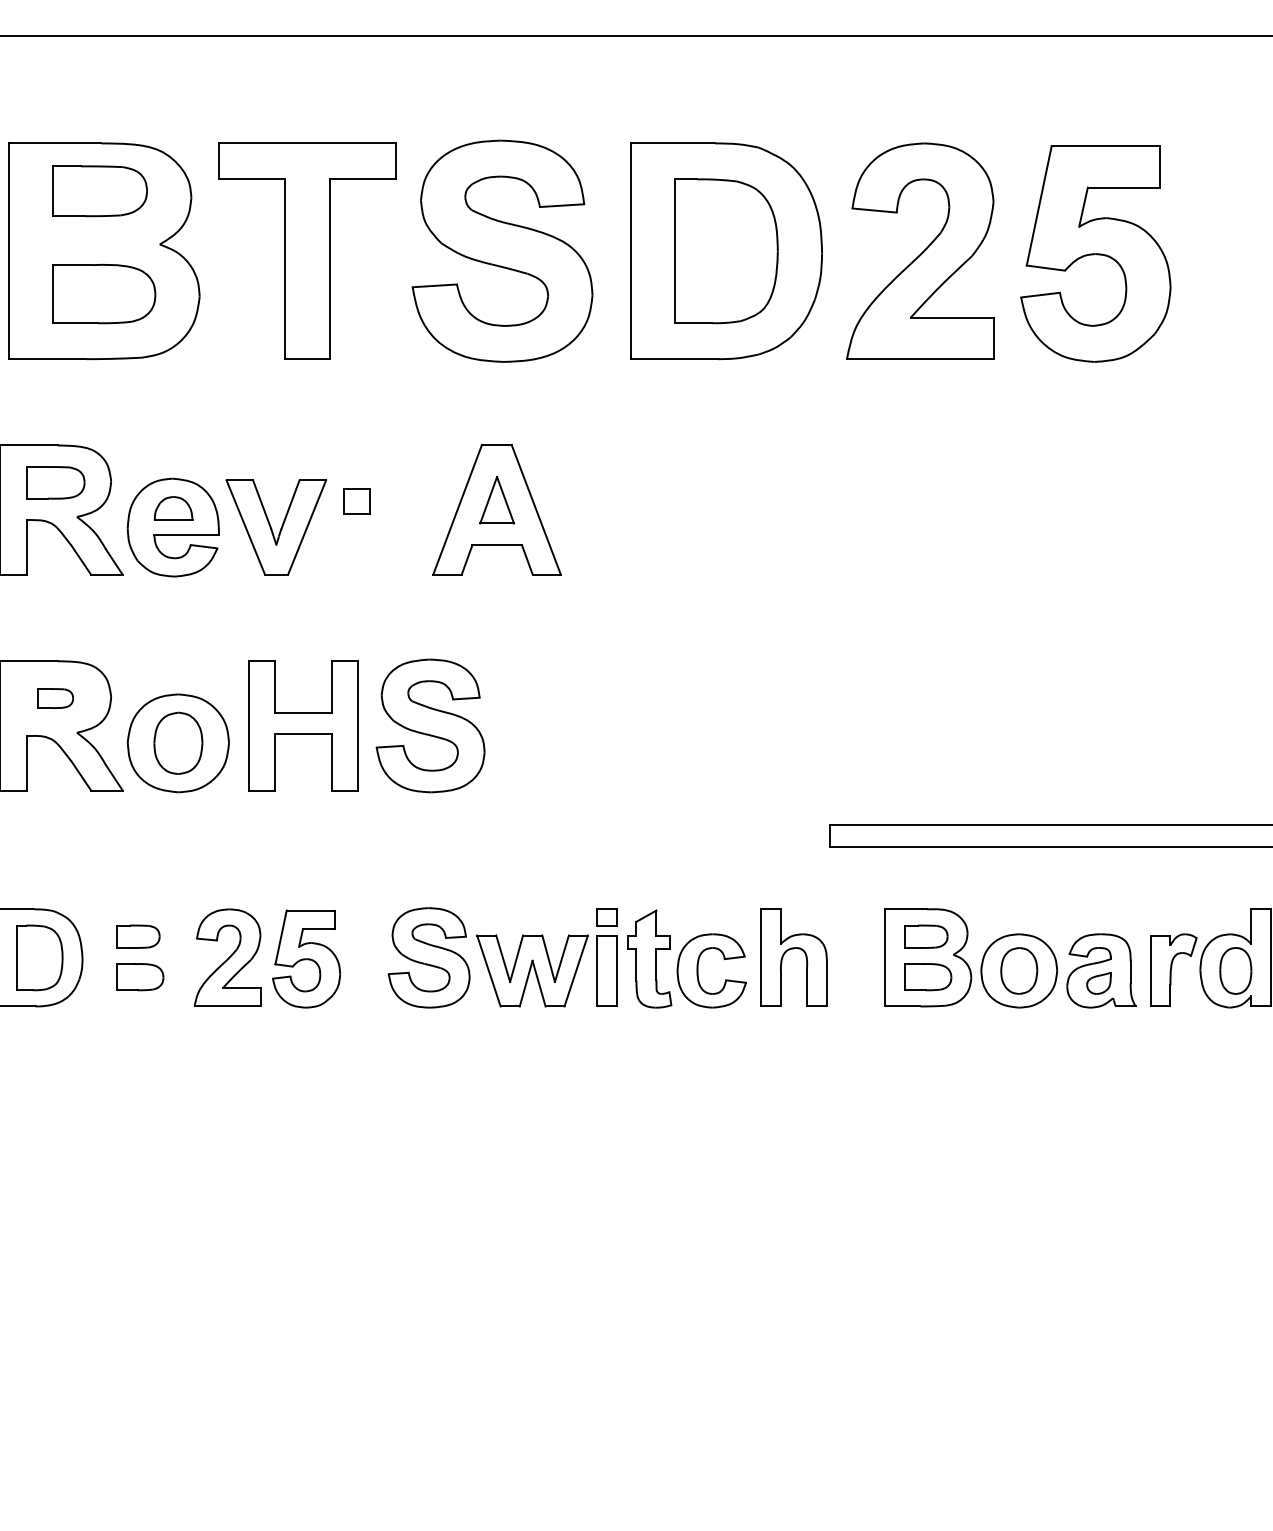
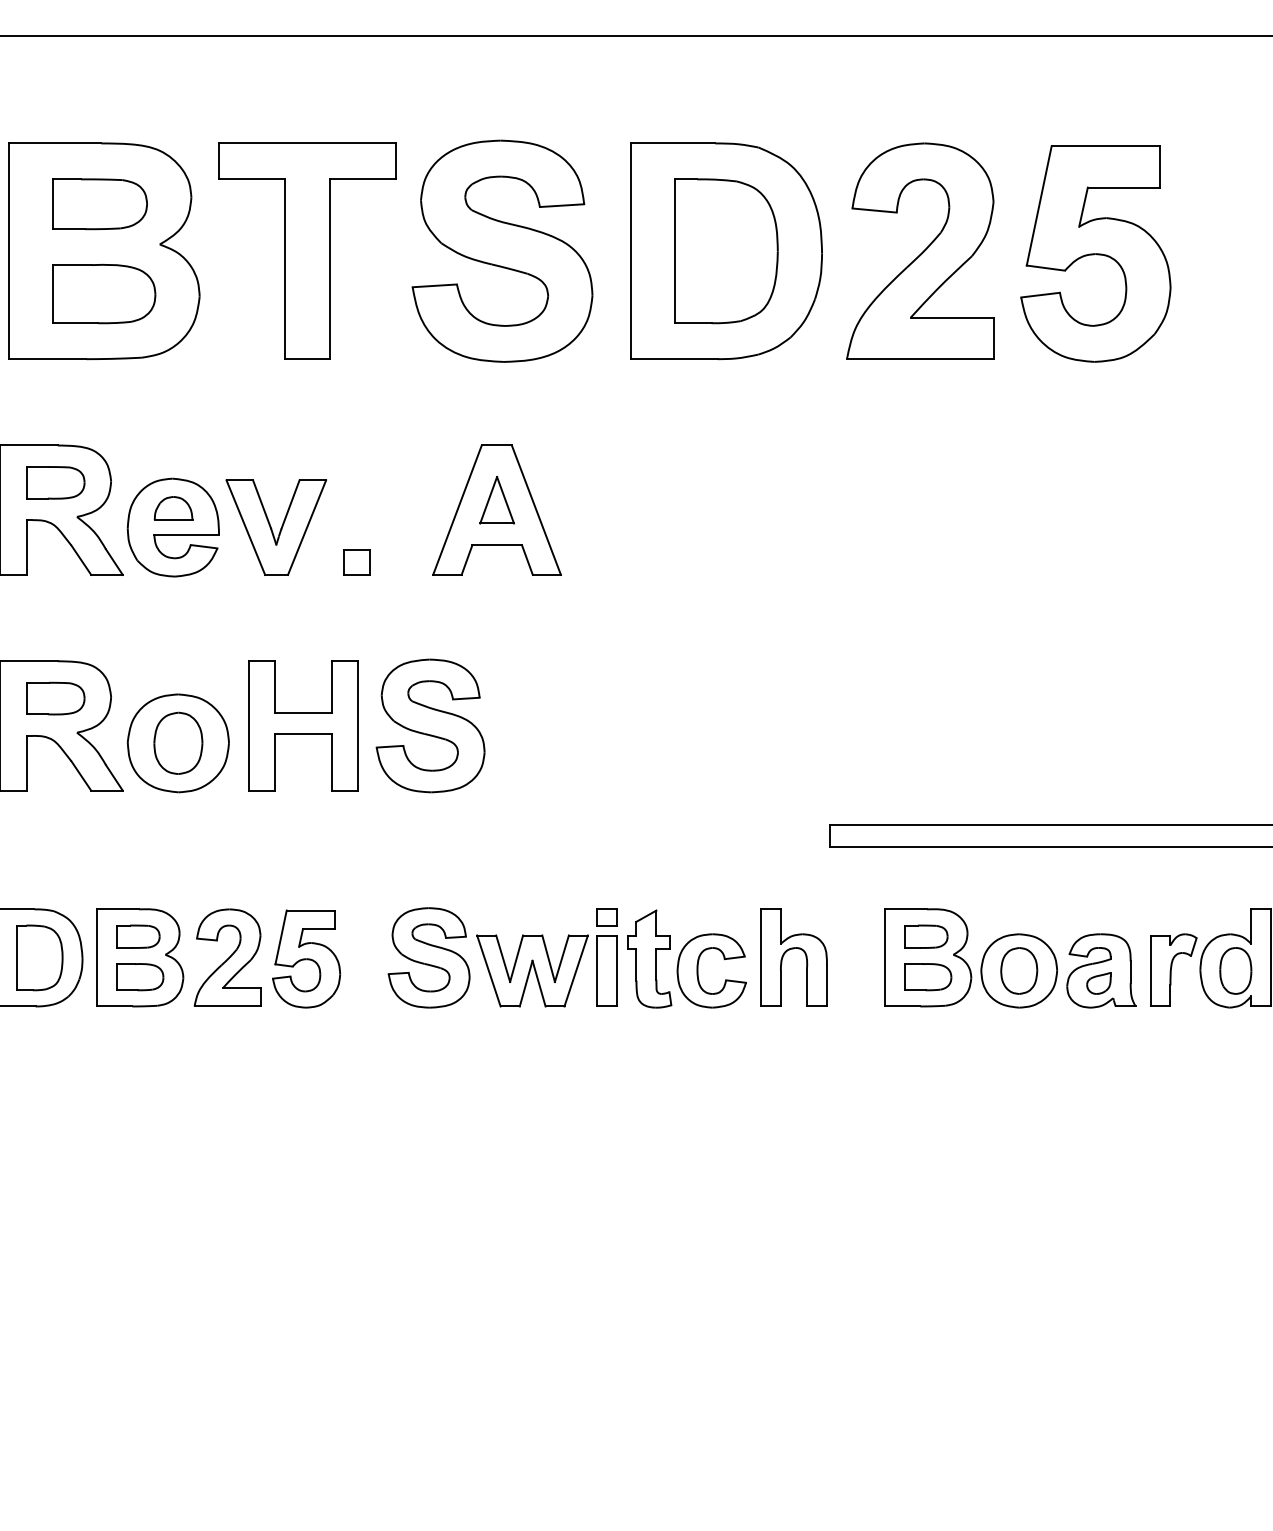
part at (99, 191) position: (99, 191) -> (99, 204)
part at (356, 501) position: (356, 501) -> (356, 562)
part at (55, 698) size: 37x21 px -> 60x35 px
part at (140, 957): none -> present
